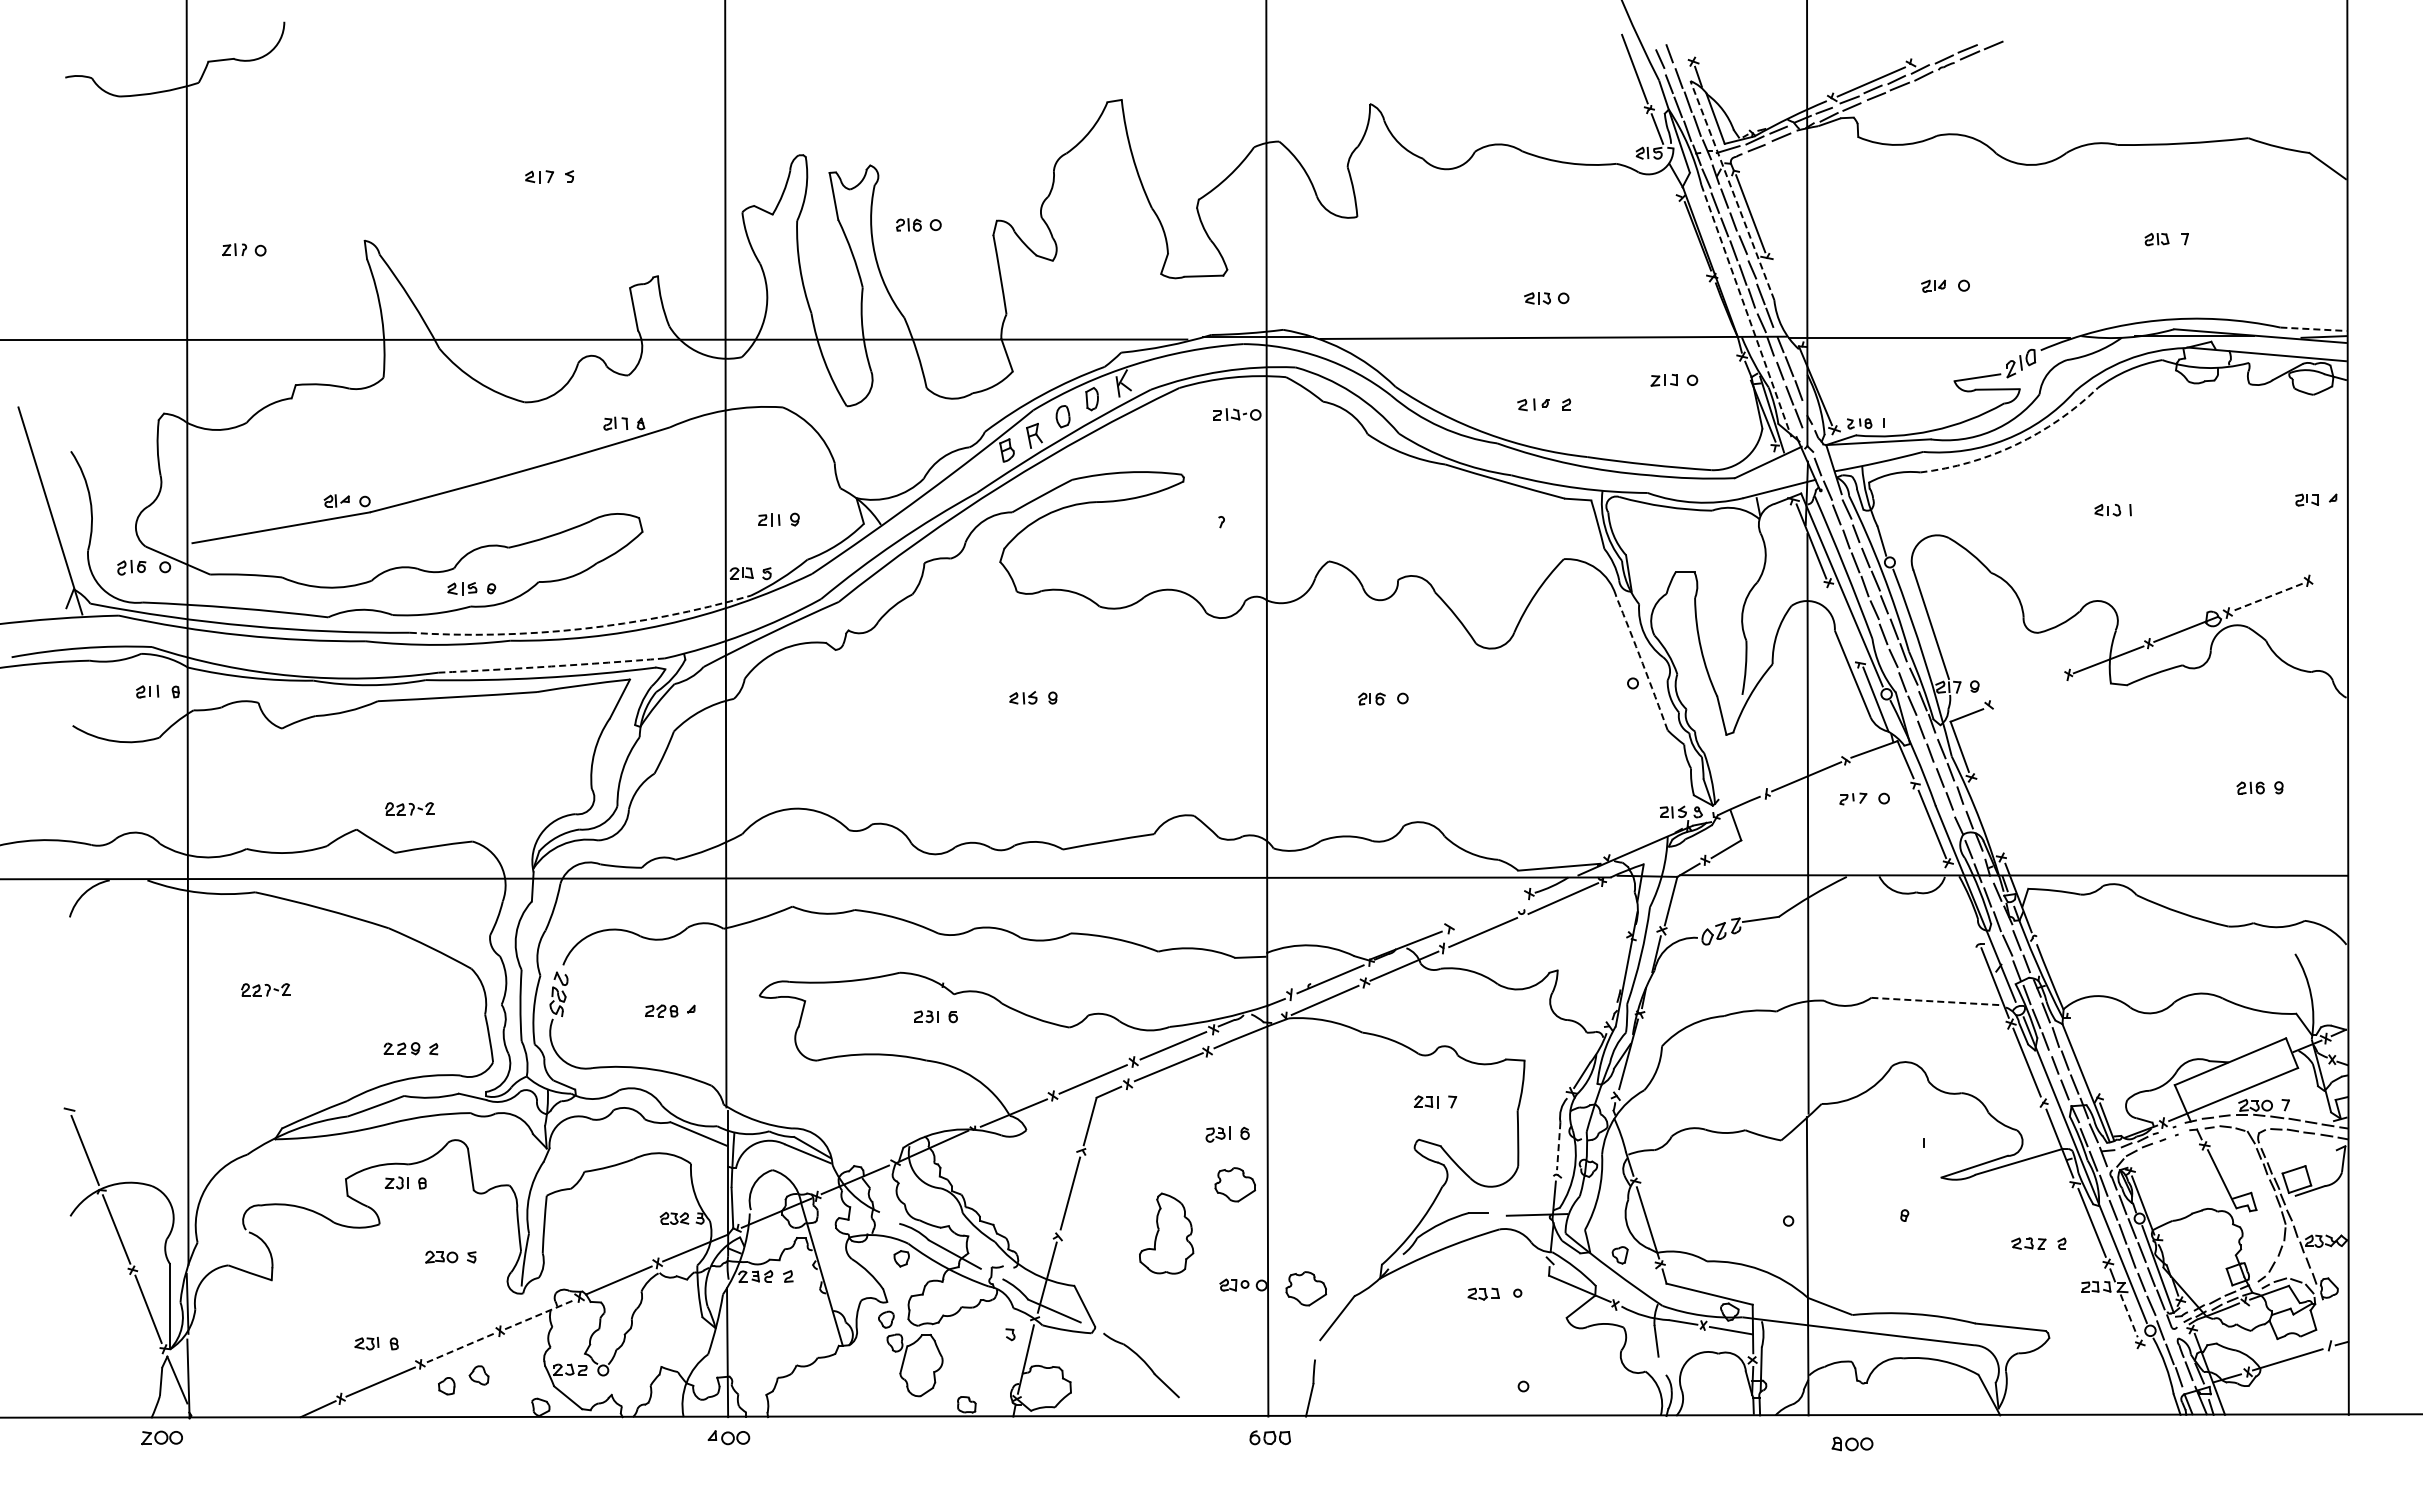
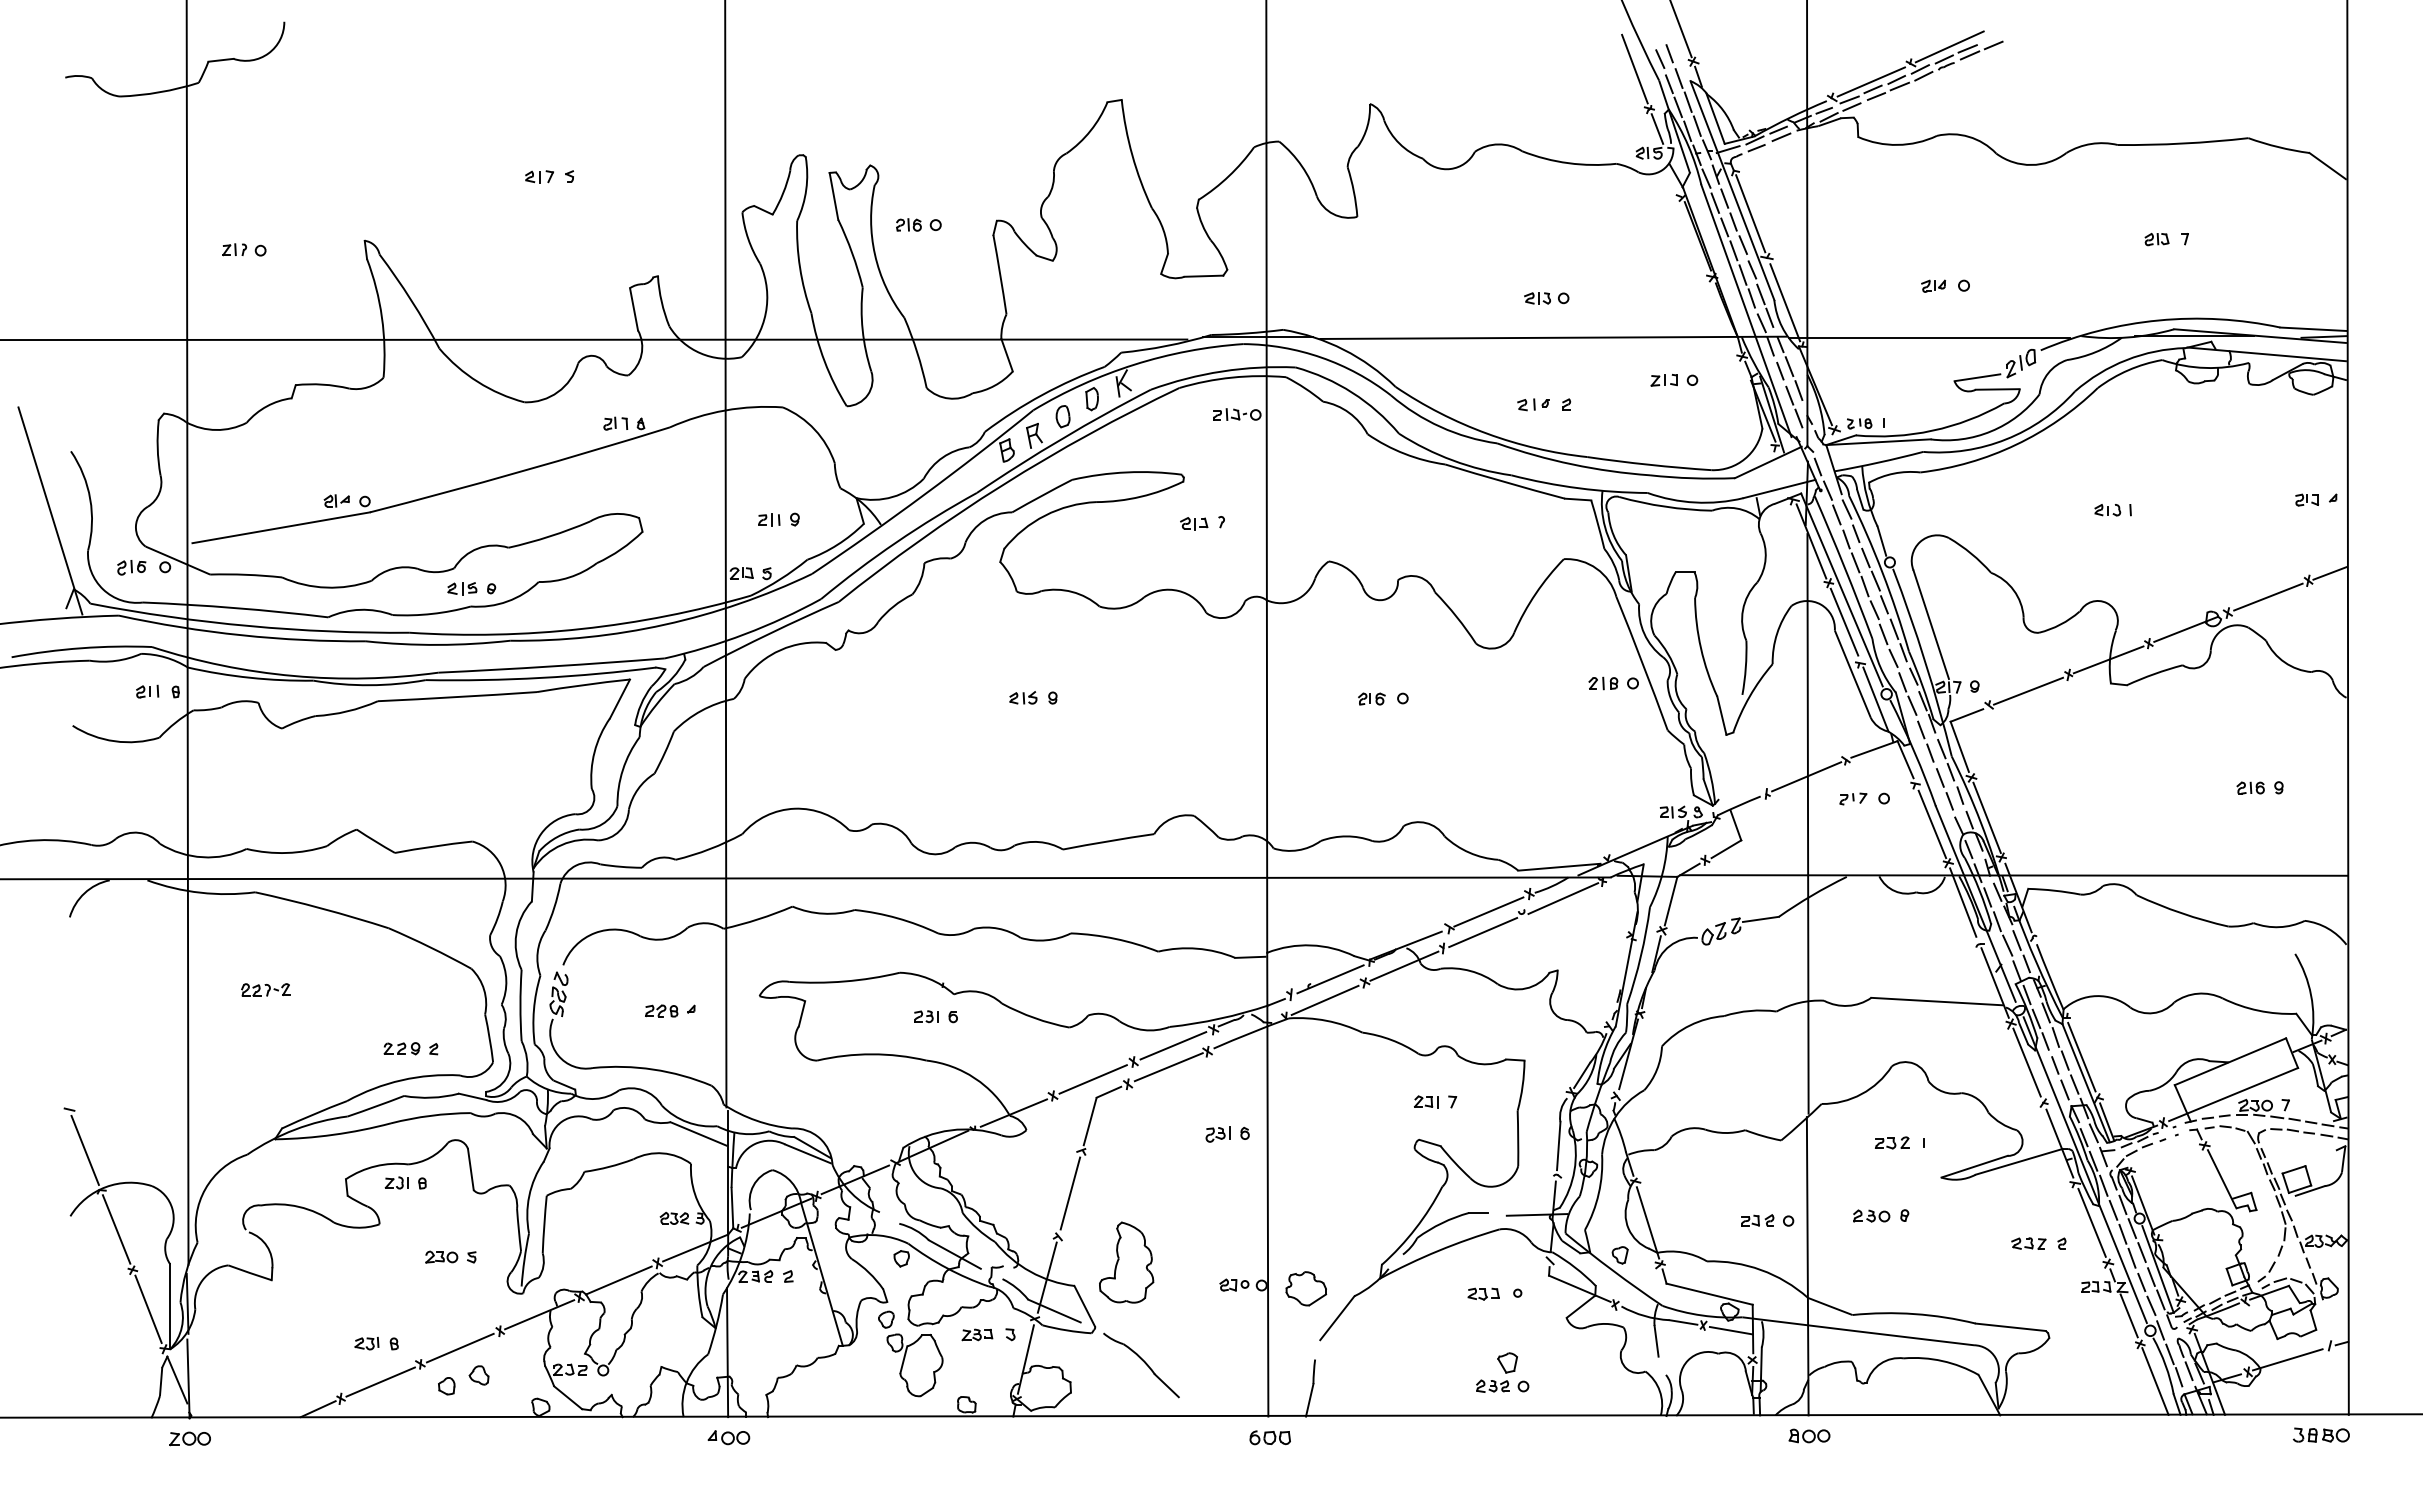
line at (1681, 29): none -> present
line at (1949, 46): none -> present
line at (1732, 190): dashed -> solid
line at (1785, 302): none -> present
line at (1746, 311): dashed -> solid
line at (2313, 329): dashed -> solid
arc at (2016, 444): dashed -> solid
part at (1194, 523): none -> present
line at (2329, 573): none -> present
line at (2268, 597): dashed -> solid
line at (1844, 621): none -> present
arc at (582, 628): dashed -> solid
arc at (1642, 663): dashed -> solid
arc at (551, 666): dashed -> solid
part at (1603, 683): none -> present
line at (2028, 690): none -> present
part at (409, 808): present -> none
line at (1986, 817): none -> present
line at (1963, 902): none -> present
line at (1488, 911): none -> present
line at (1936, 1001): dashed -> solid
line at (2081, 1056): none -> present
part at (1892, 1142): none -> present
line at (1558, 1146): dashed -> solid
part at (1234, 1184): present -> none
part at (1871, 1215): none -> present
part at (1757, 1220): none -> present
part at (1166, 1233) position: (1166, 1233) -> (1126, 1262)
line at (540, 1314): dashed -> solid
line at (2129, 1316): dashed -> solid
part at (977, 1334): none -> present
line at (459, 1348): dashed -> solid
part at (1502, 1368): none -> present
line at (2155, 1381): none -> present
part at (2320, 1434): none -> present
part at (161, 1437) position: (161, 1437) -> (189, 1438)
part at (1852, 1443) position: (1852, 1443) -> (1809, 1435)
